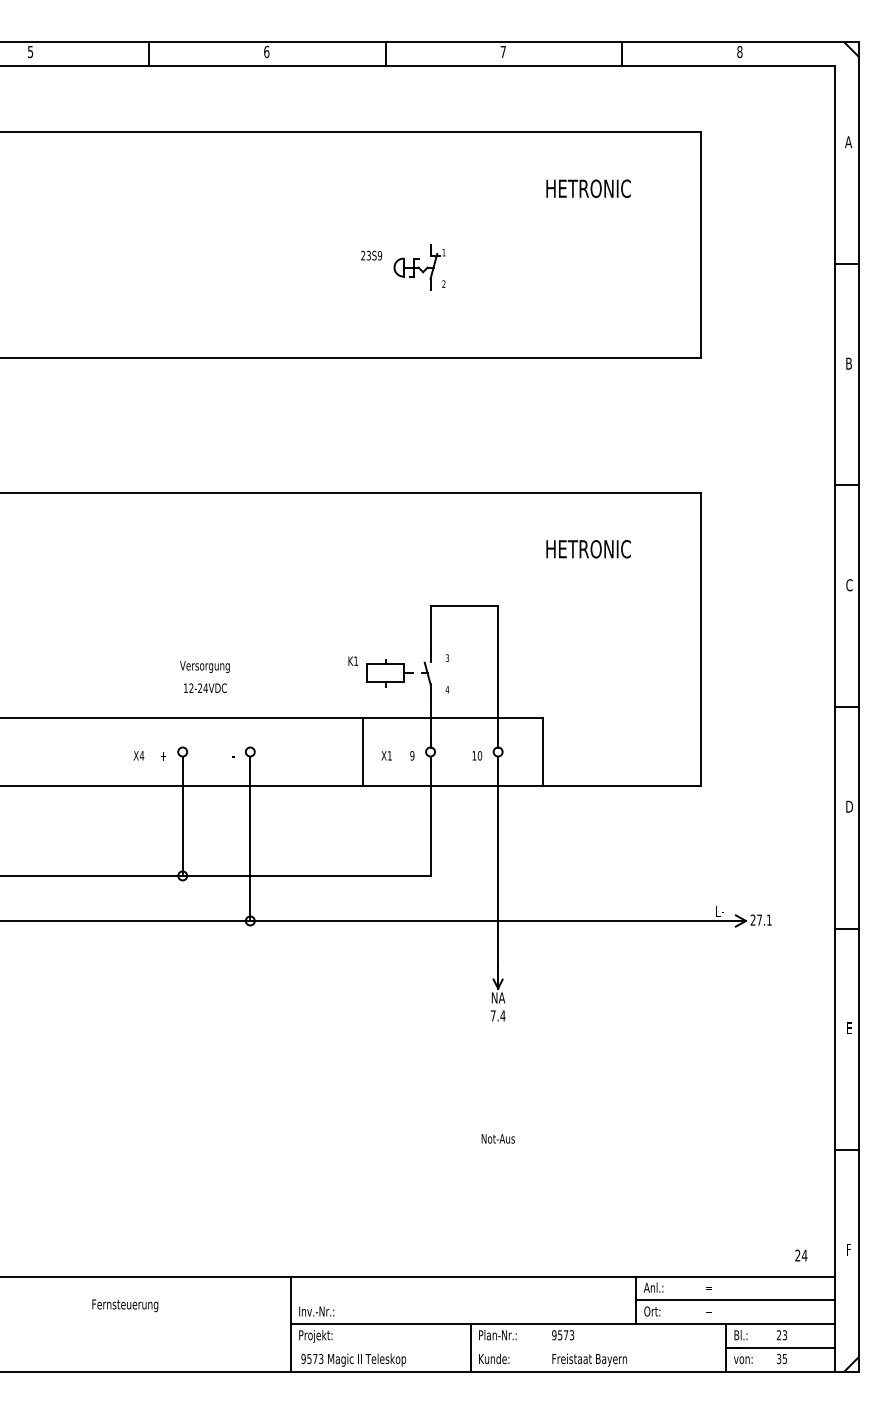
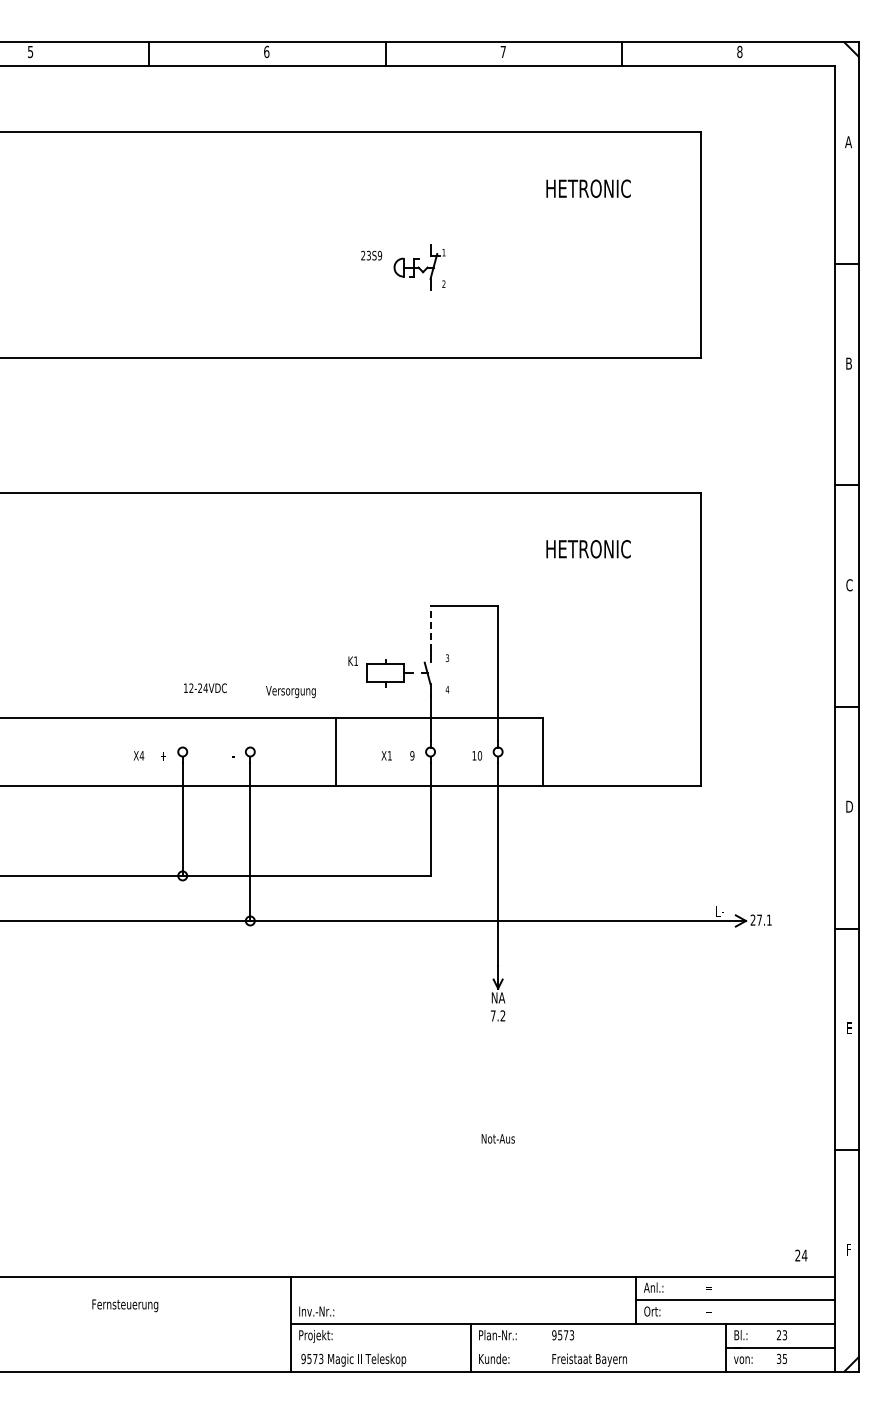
line at (430, 628): solid -> dashed
text at (204, 667) position: (204, 667) -> (290, 692)
line at (362, 751) position: (362, 751) -> (335, 751)
text at (502, 1015): 7.4 -> 7.2
